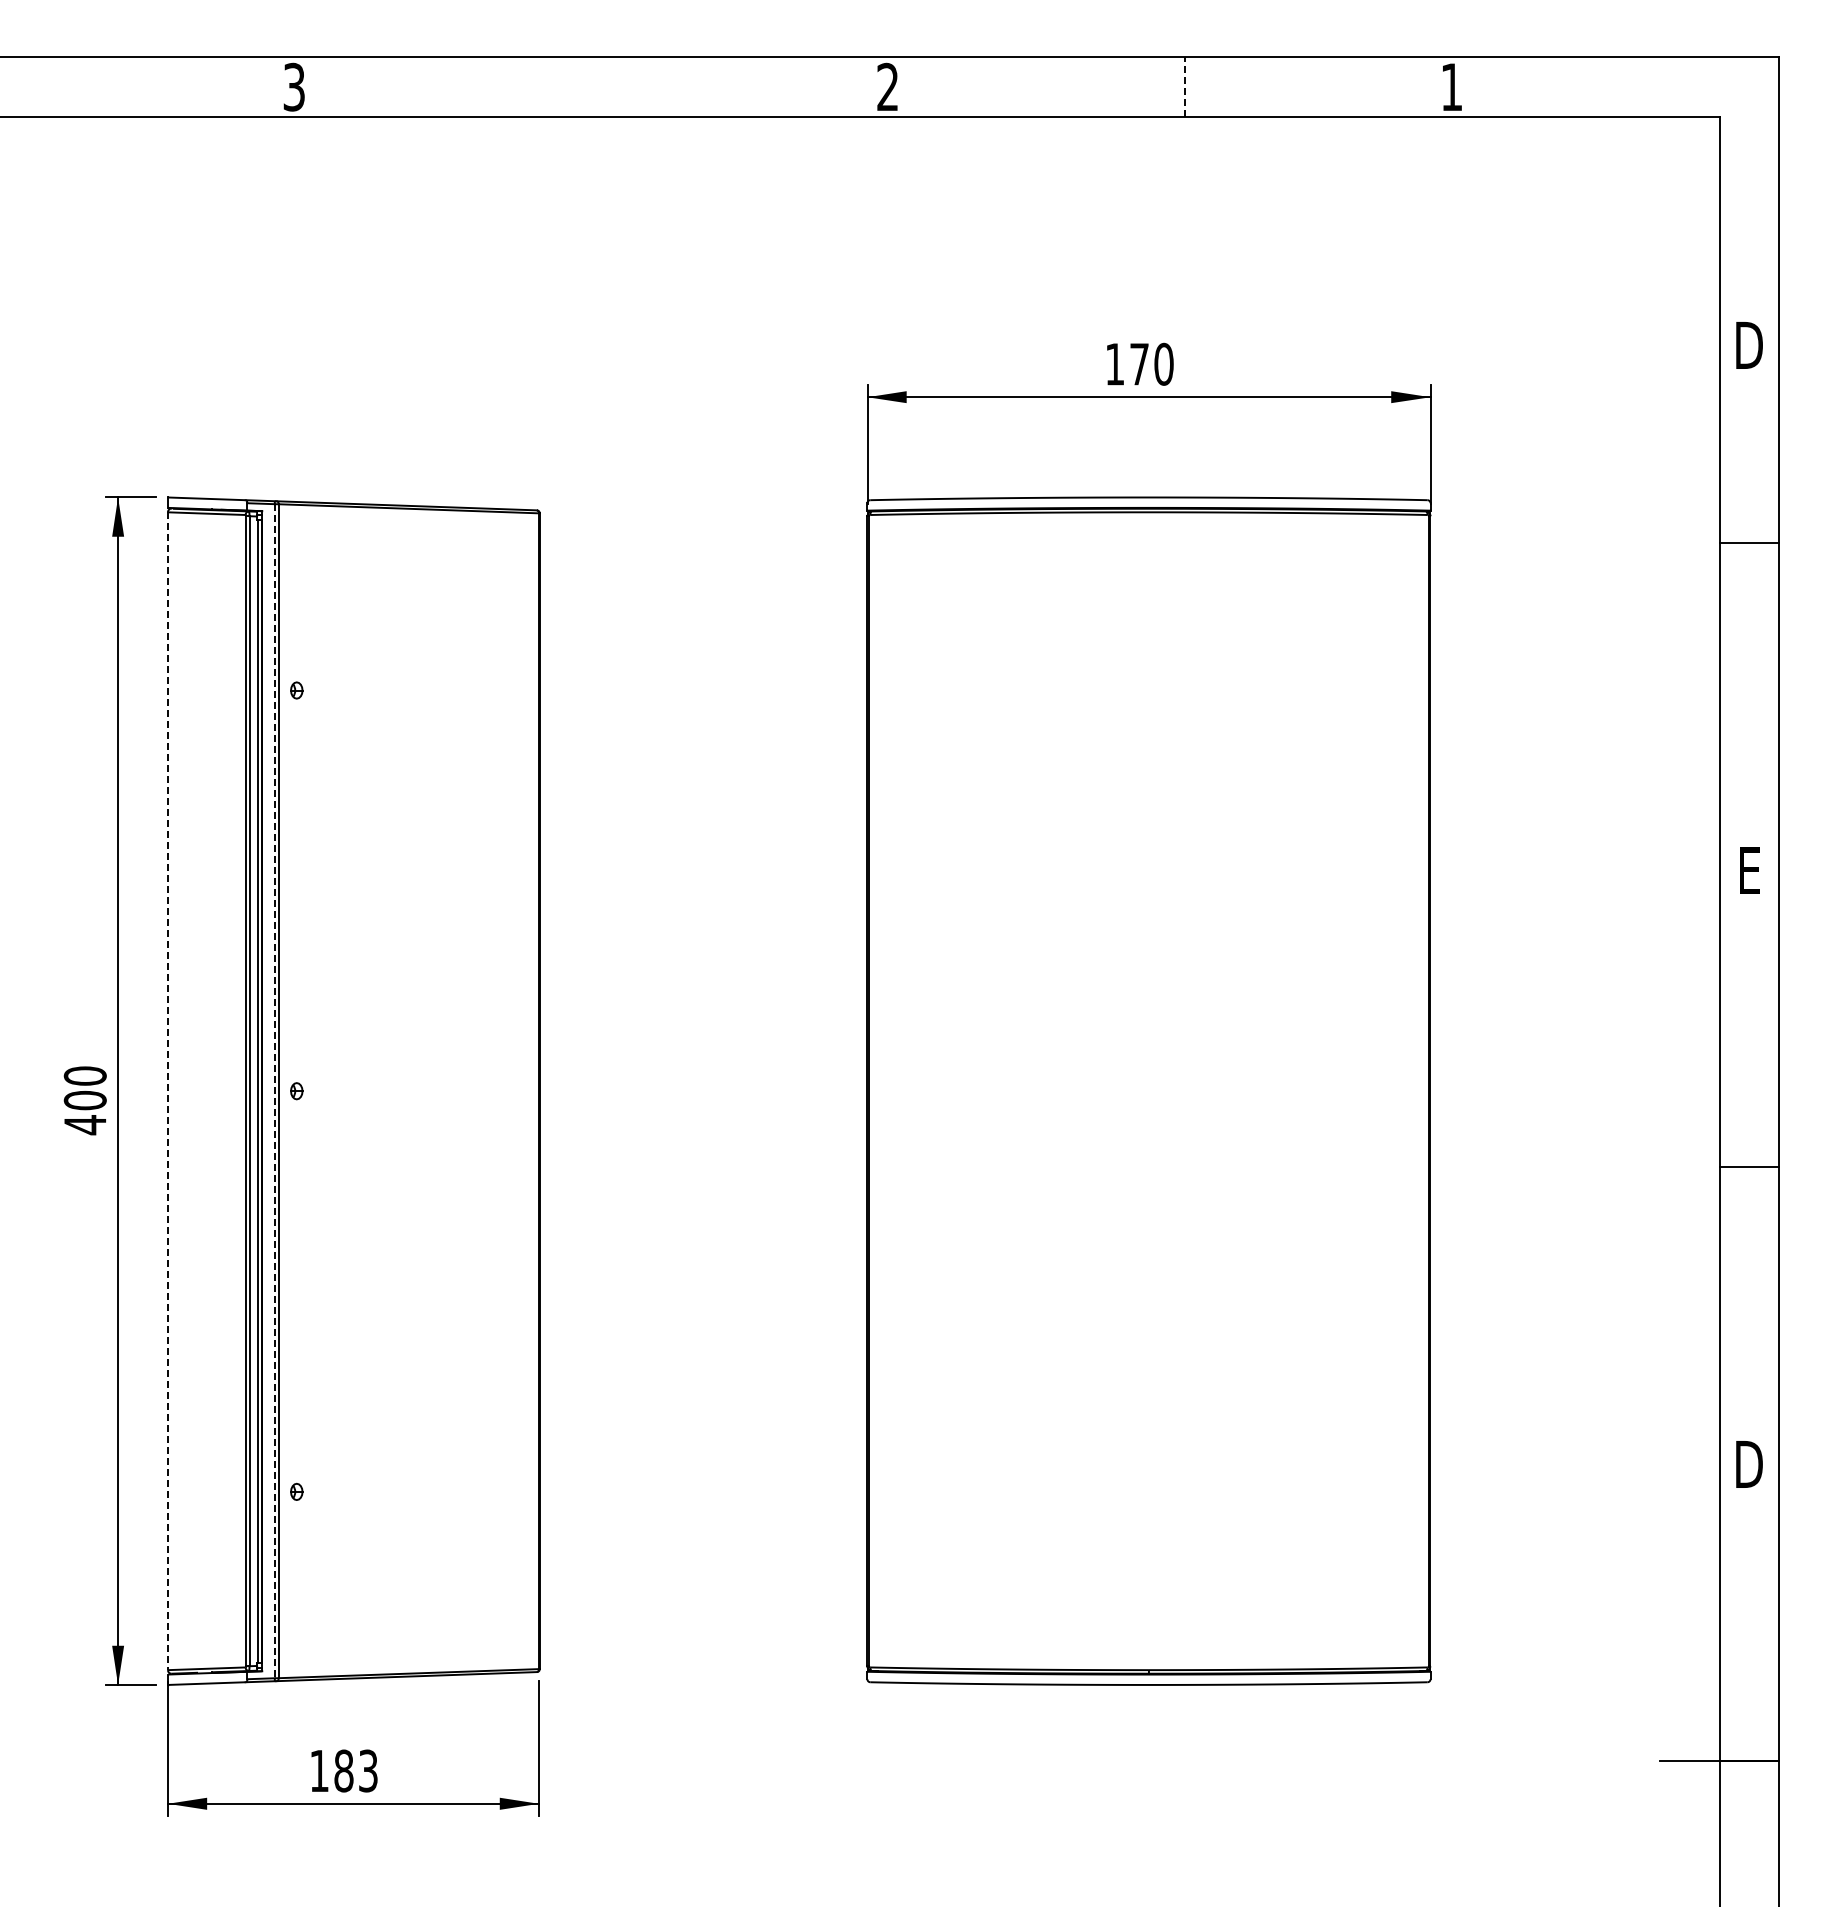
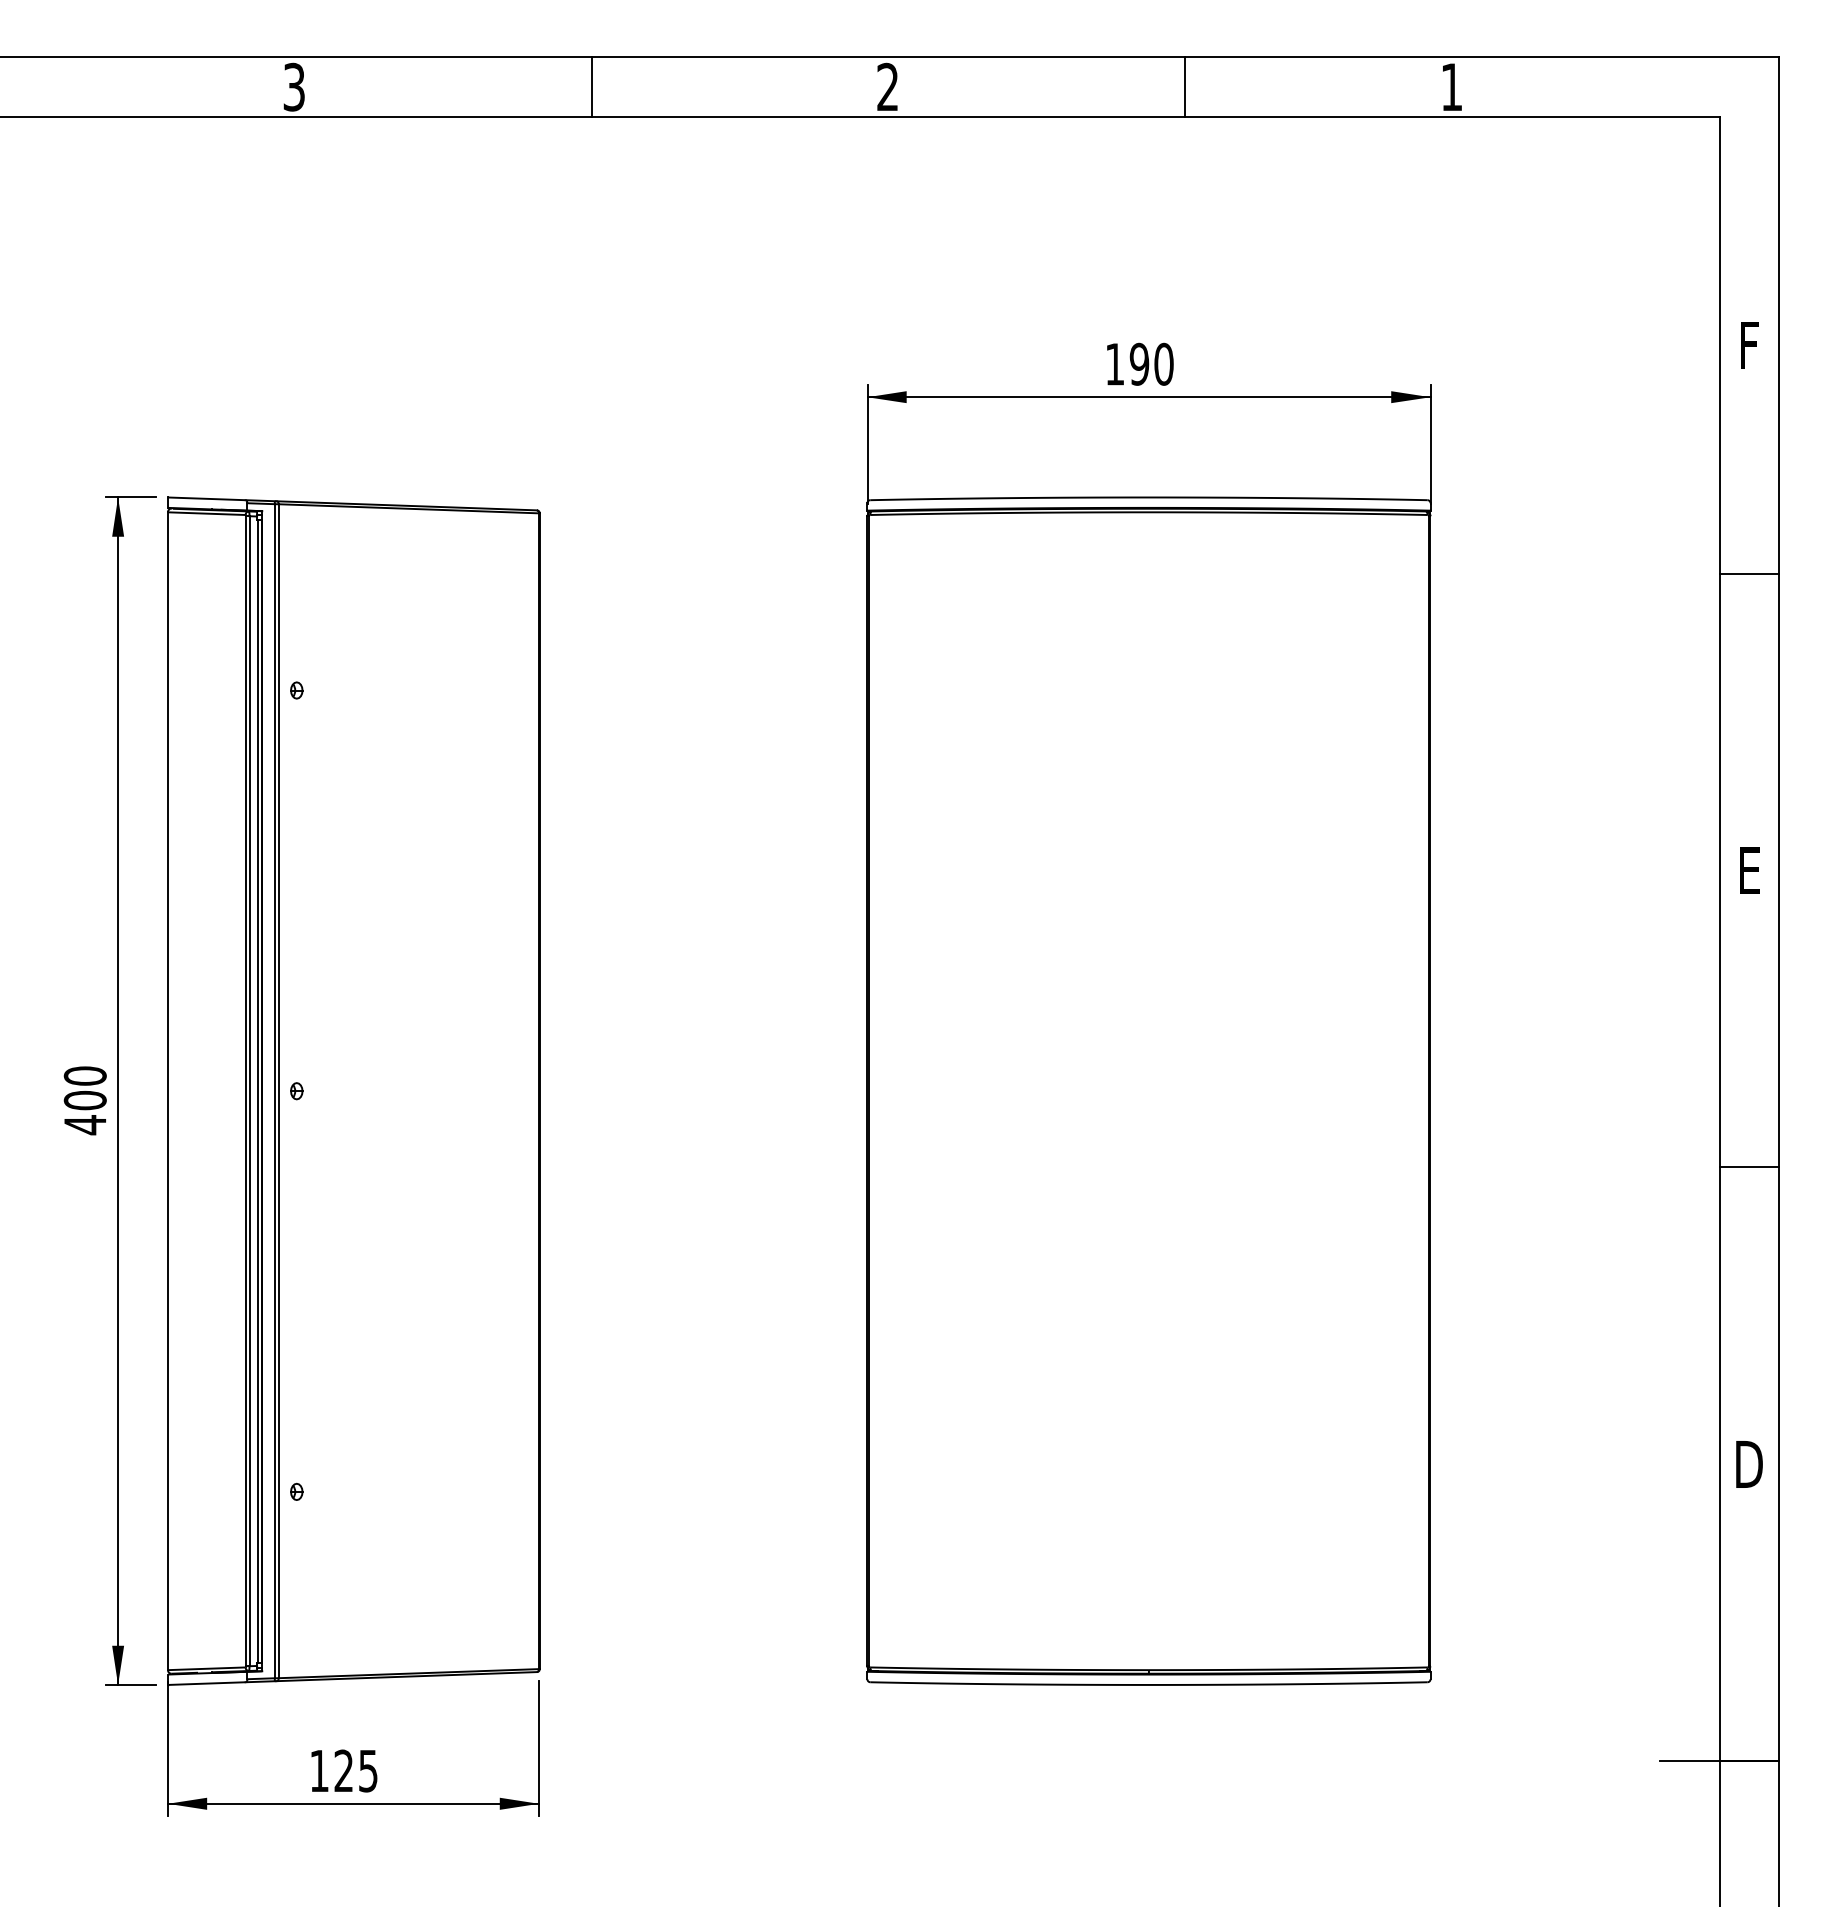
line at (591, 86): none -> present
line at (1185, 86): dashed -> solid
text at (1749, 345): D -> F
text at (1139, 363): 170 -> 190
line at (1748, 542) position: (1748, 542) -> (1748, 573)
line at (167, 1091): dashed -> solid
line at (274, 1091): dashed -> solid
text at (355, 1770): 183 -> 125
